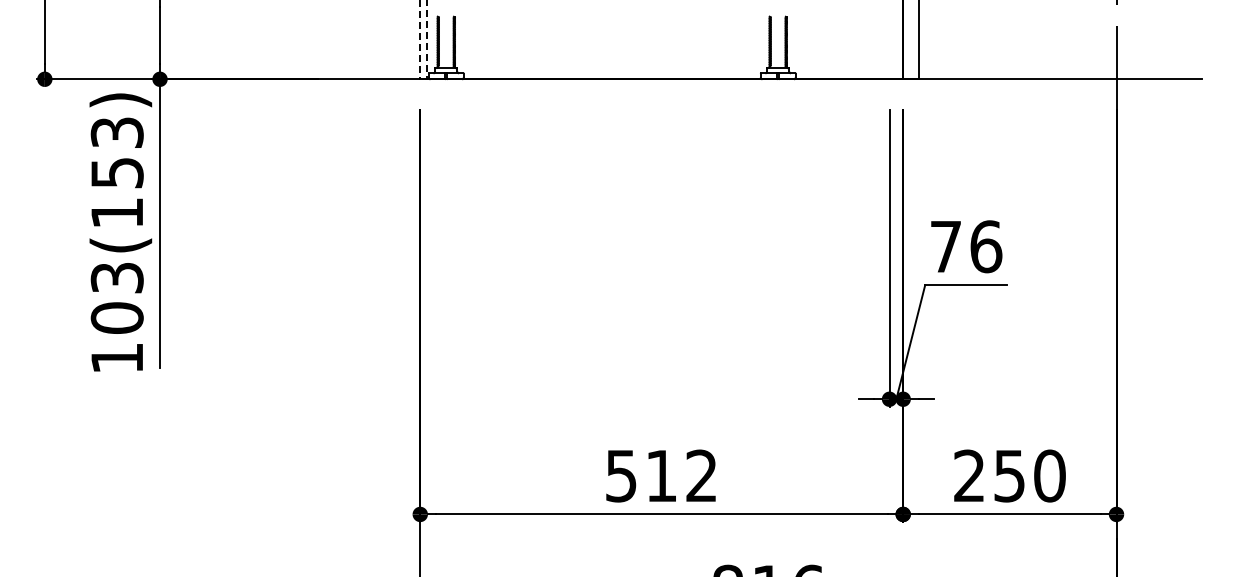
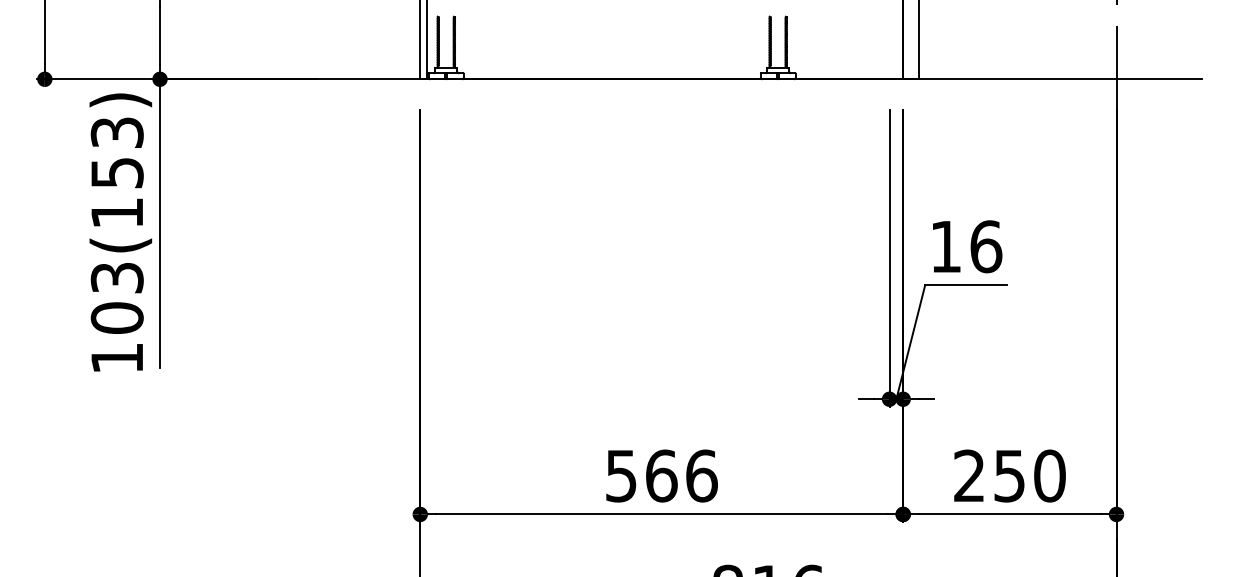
line at (420, 40): dashed -> solid
line at (427, 40): dashed -> solid
text at (945, 246): 76 -> 16
text at (681, 475): 512 -> 566
